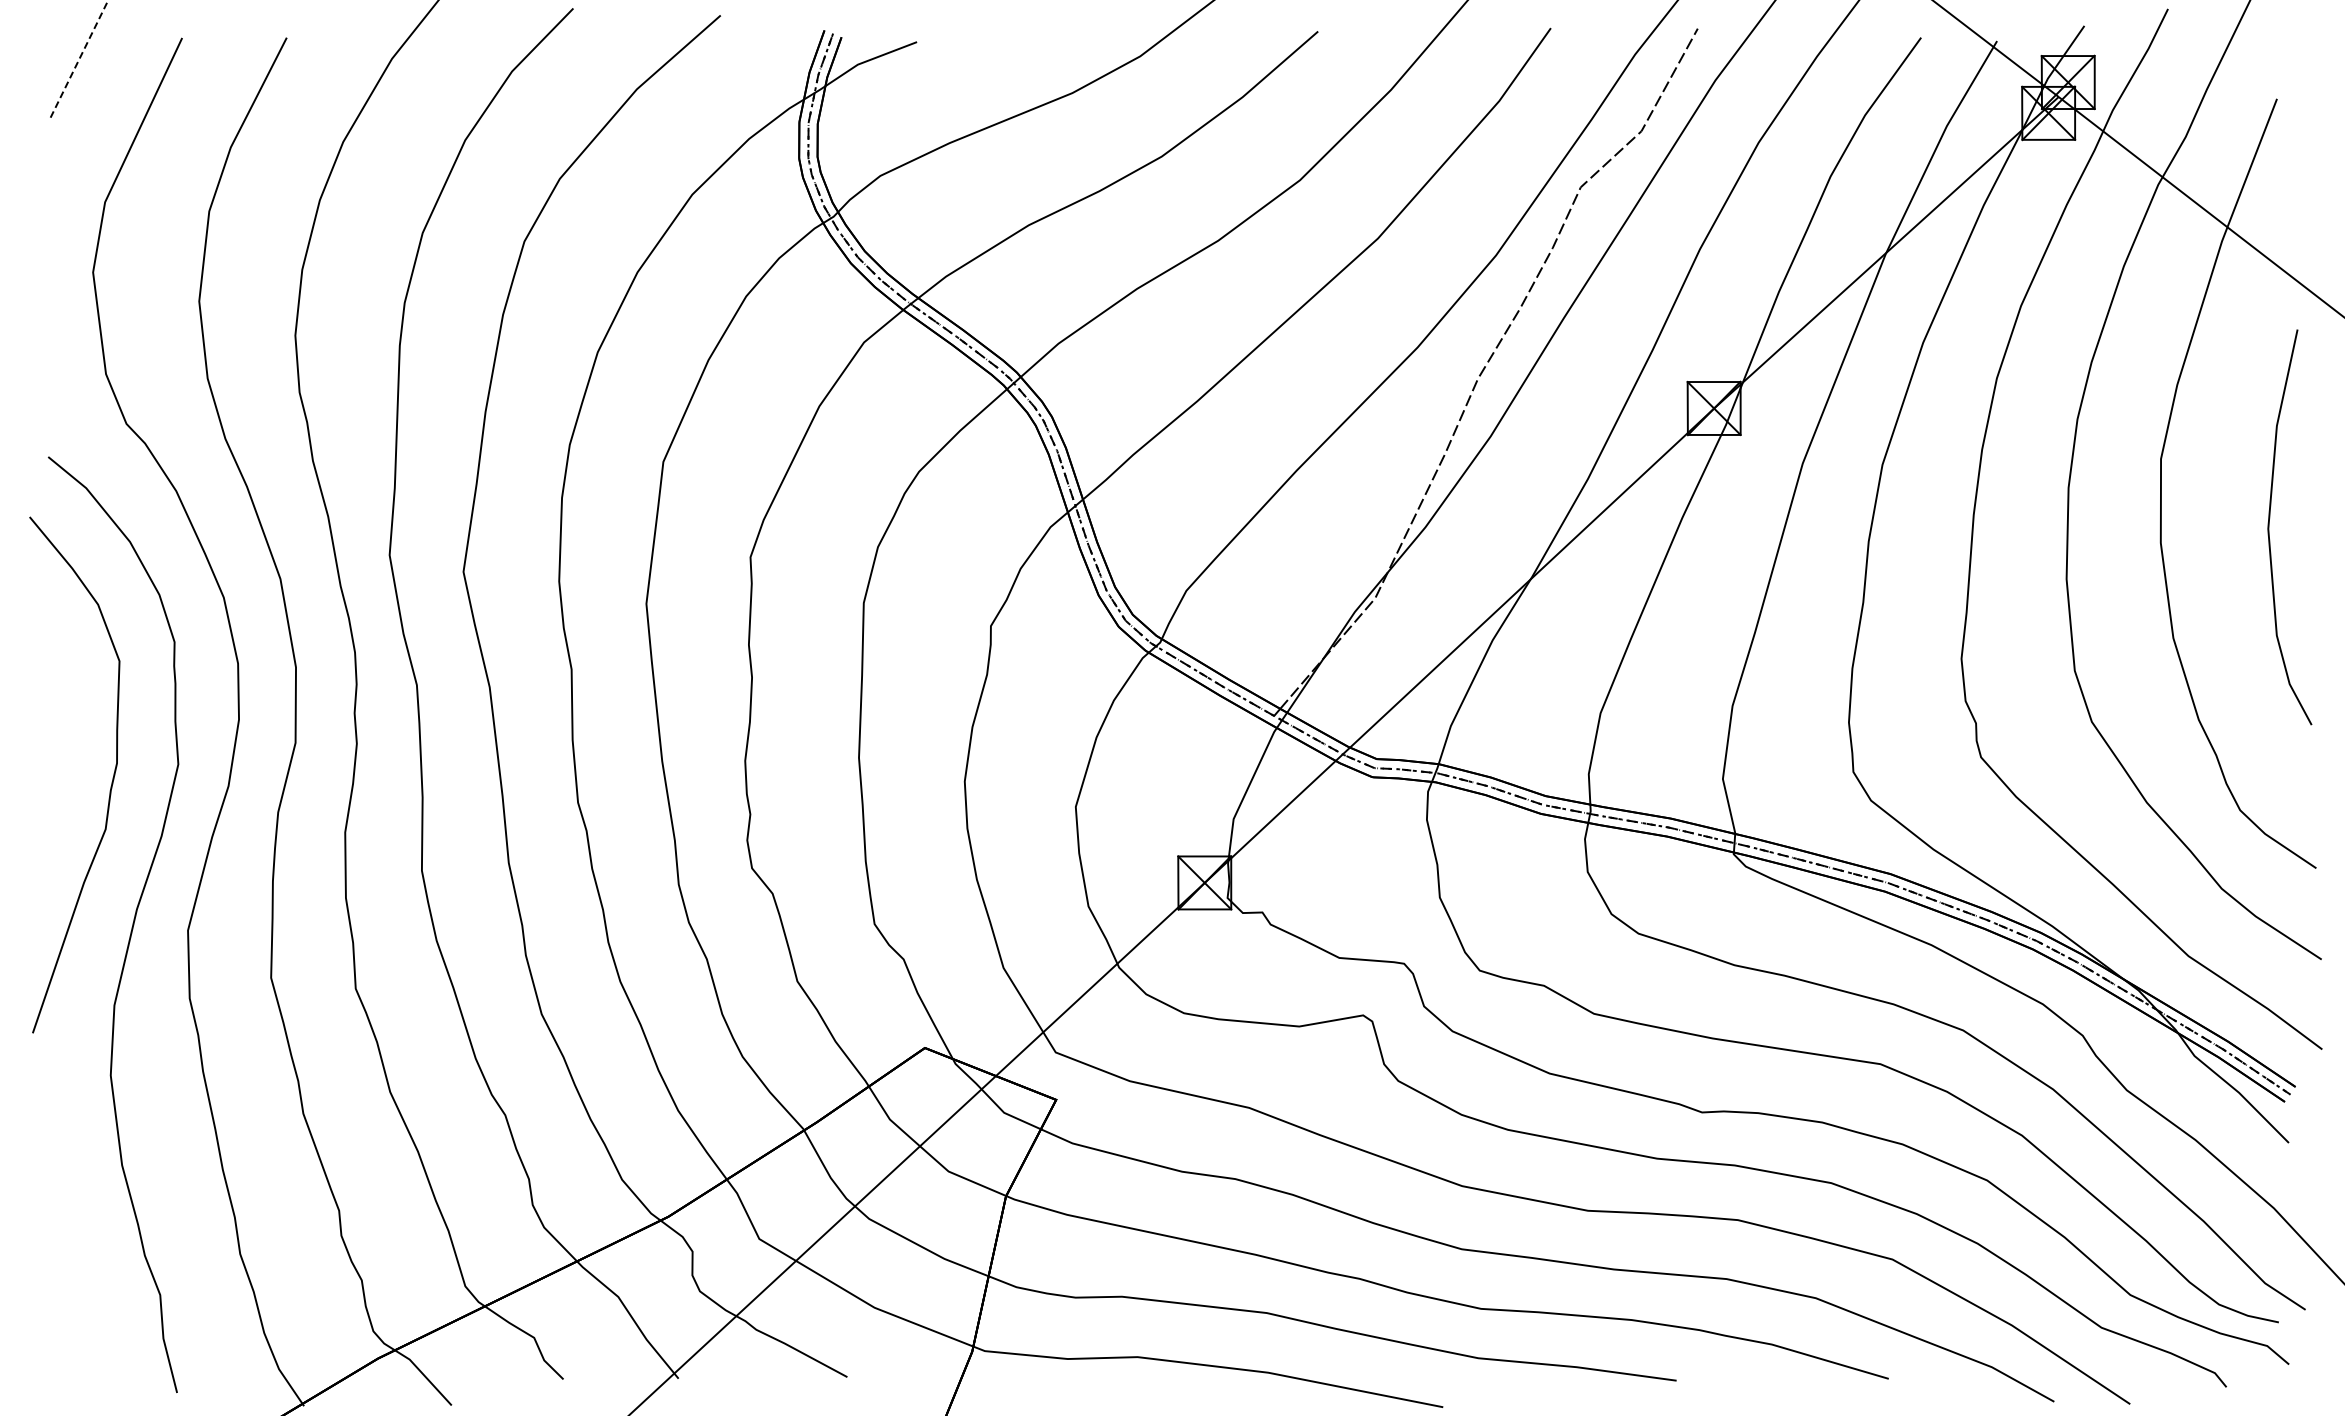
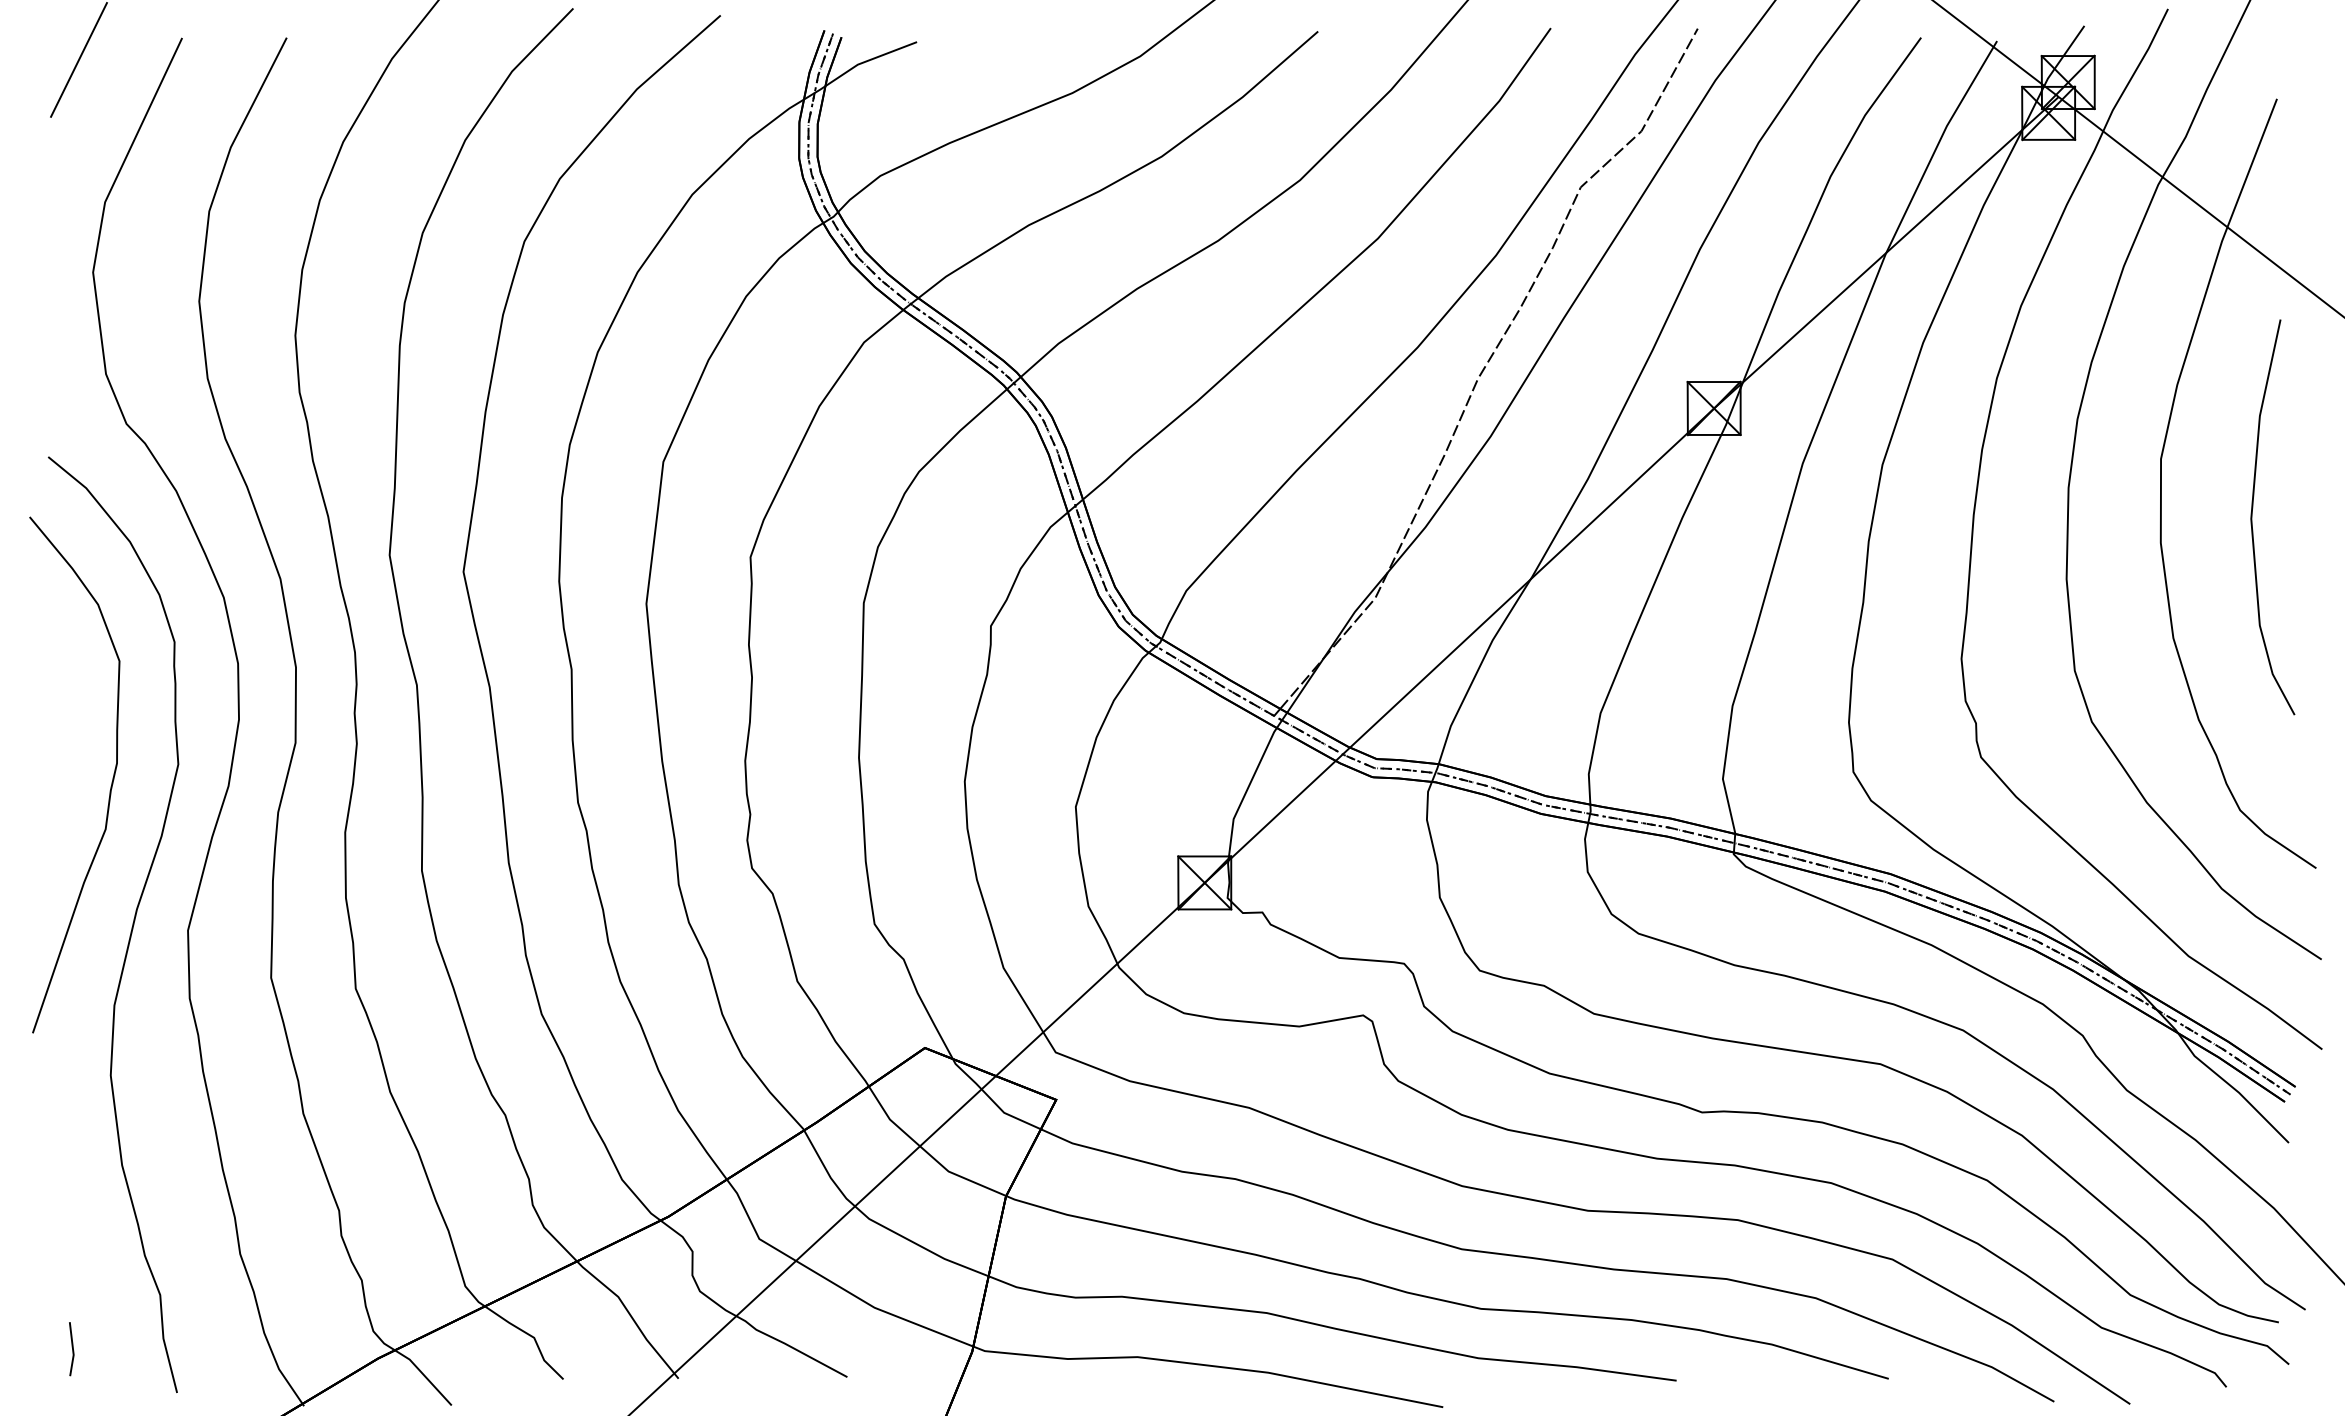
line at (79, 59): dashed -> solid
curve at (2269, 527) position: (2269, 527) -> (2252, 517)
line at (72, 1349): none -> present
